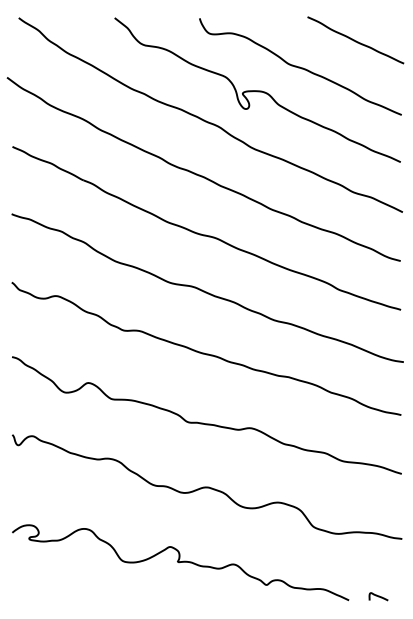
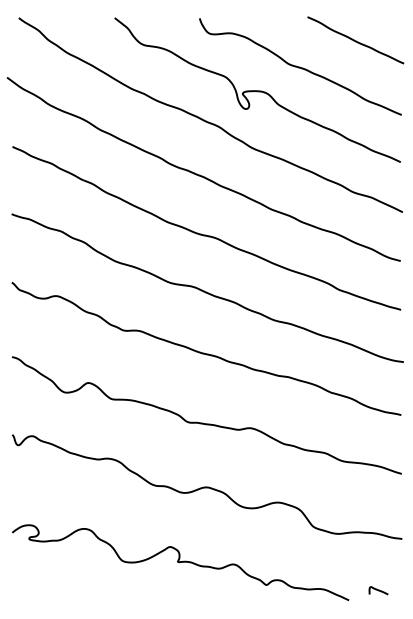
curve at (378, 596) position: (378, 596) -> (378, 590)
